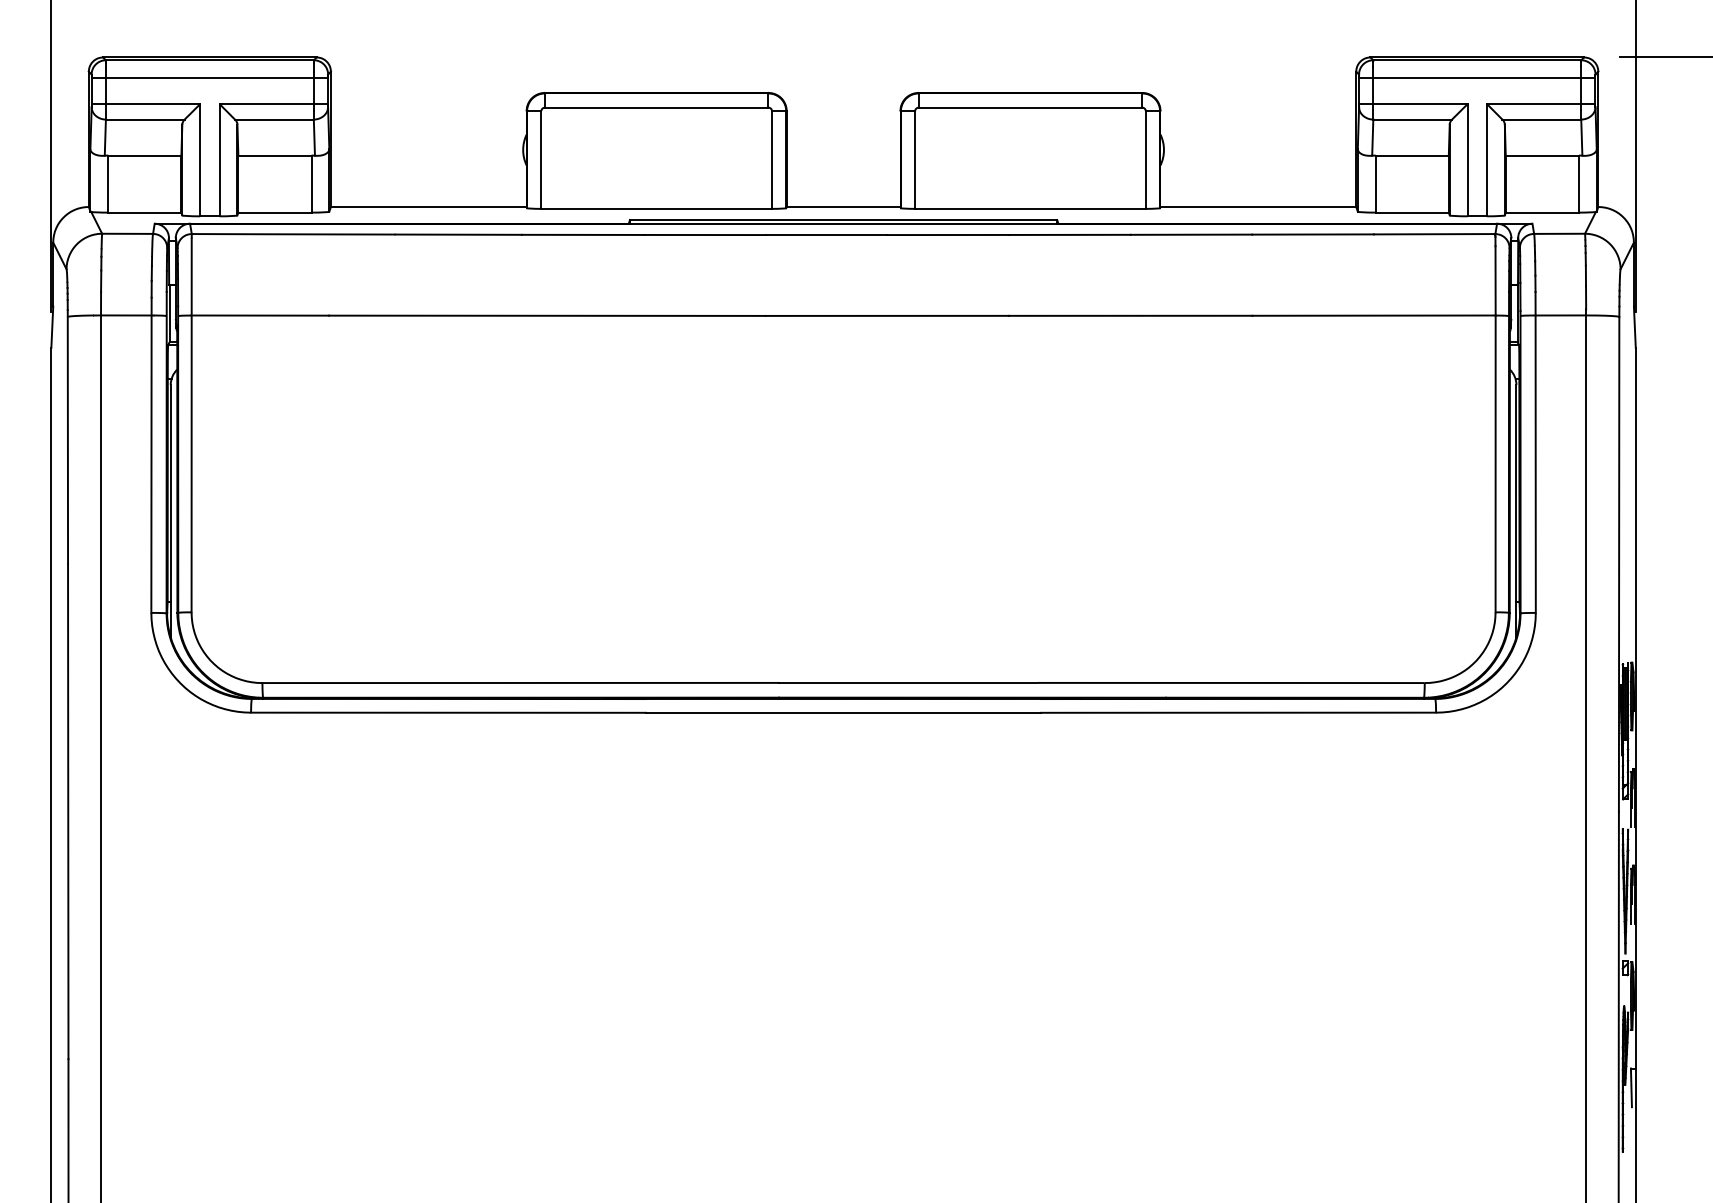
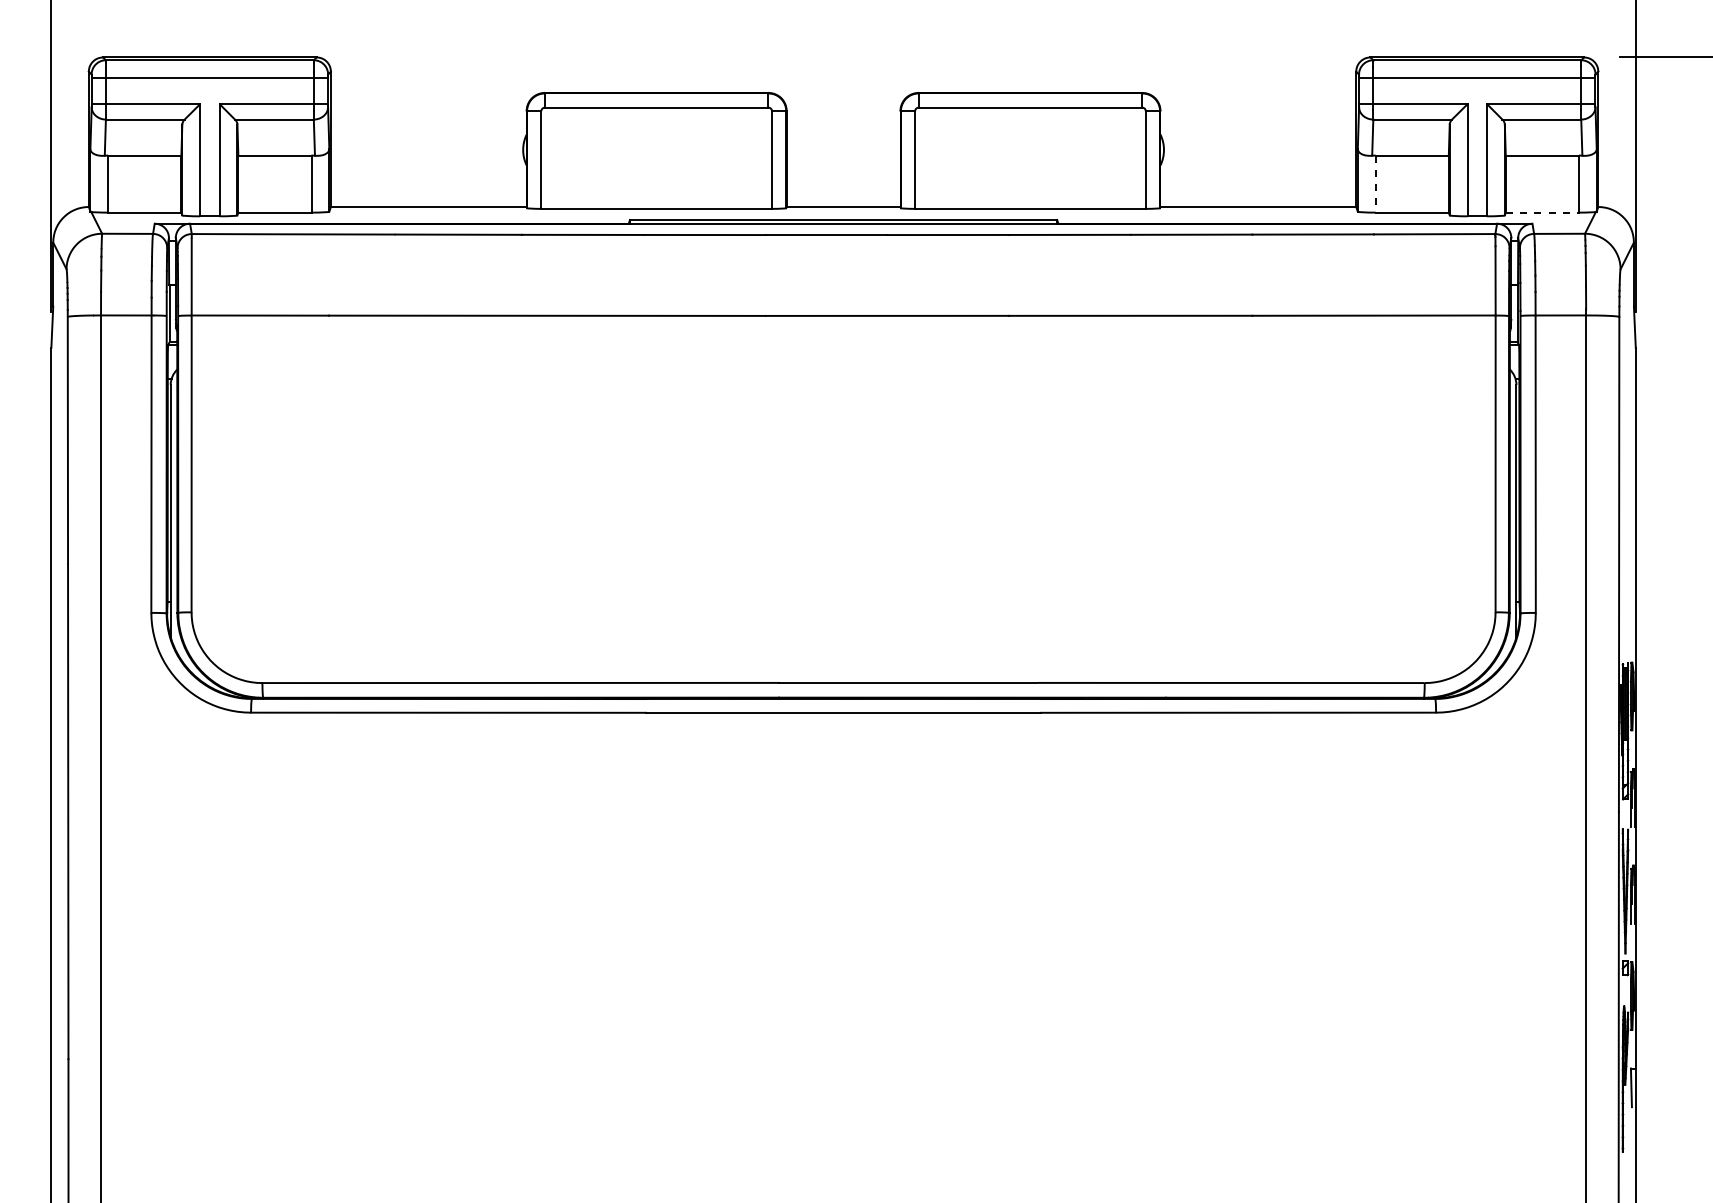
line at (1375, 184): solid -> dashed
line at (1542, 212): solid -> dashed
